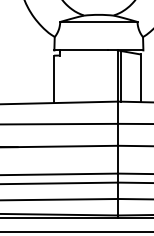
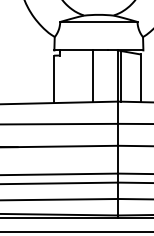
line at (92, 76): none -> present
